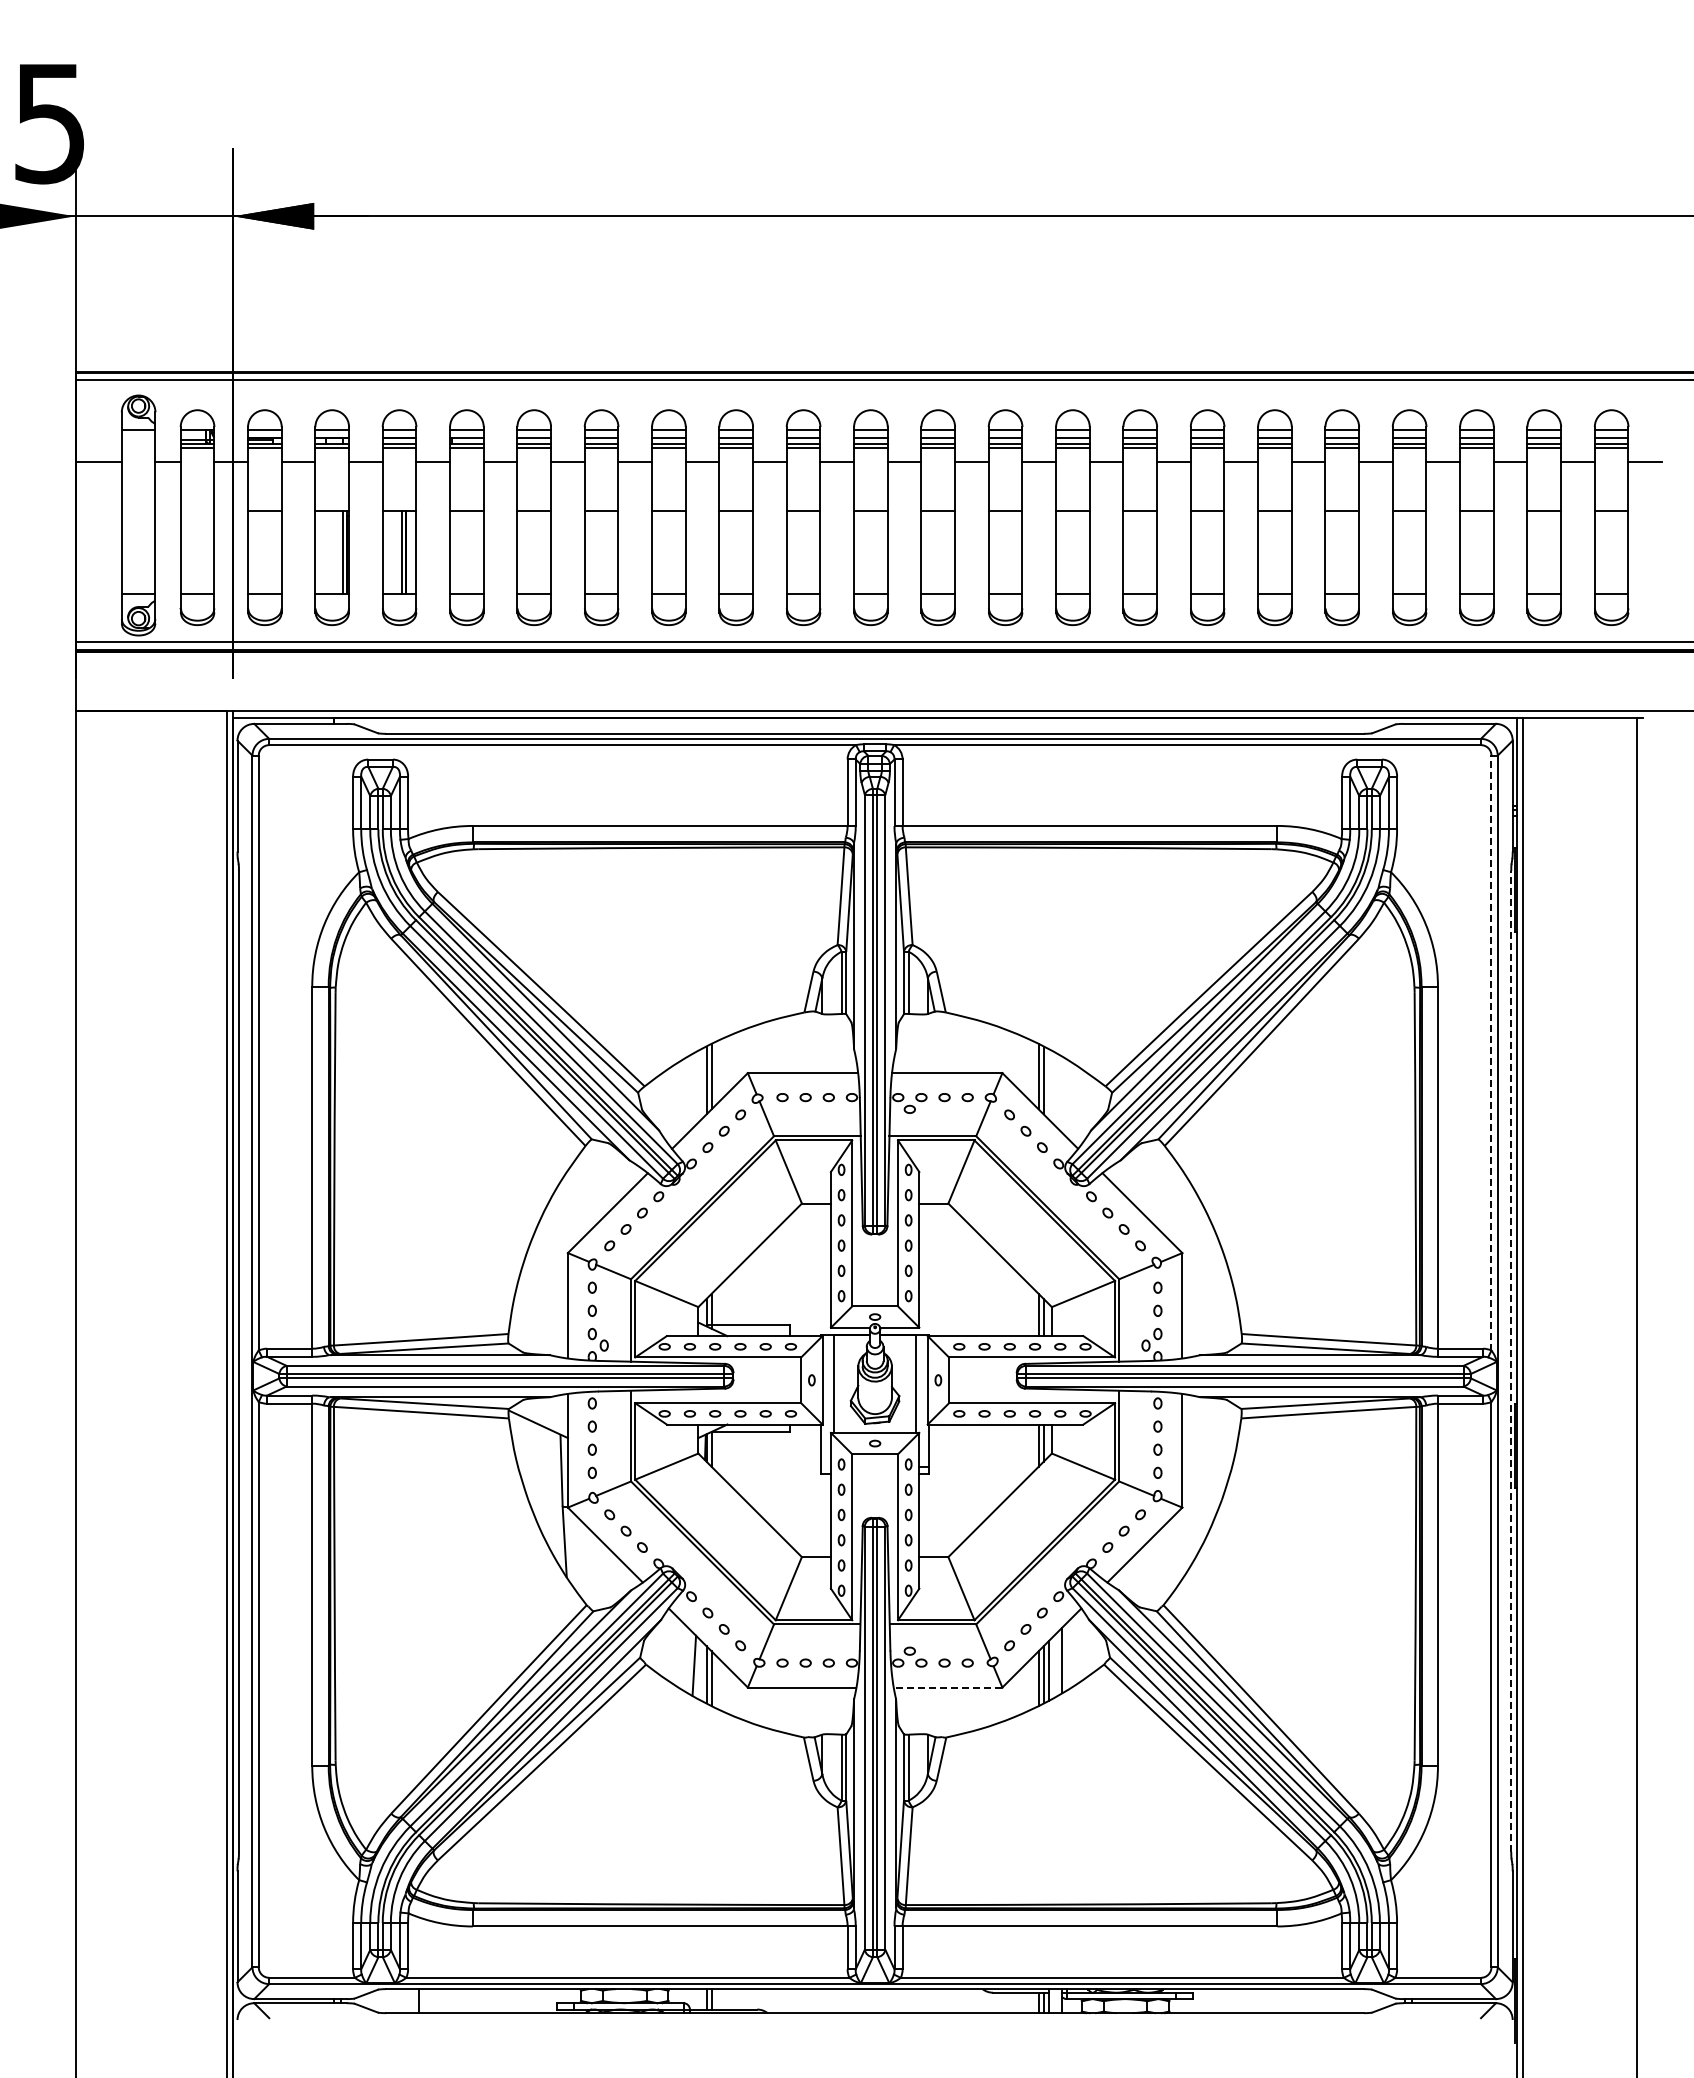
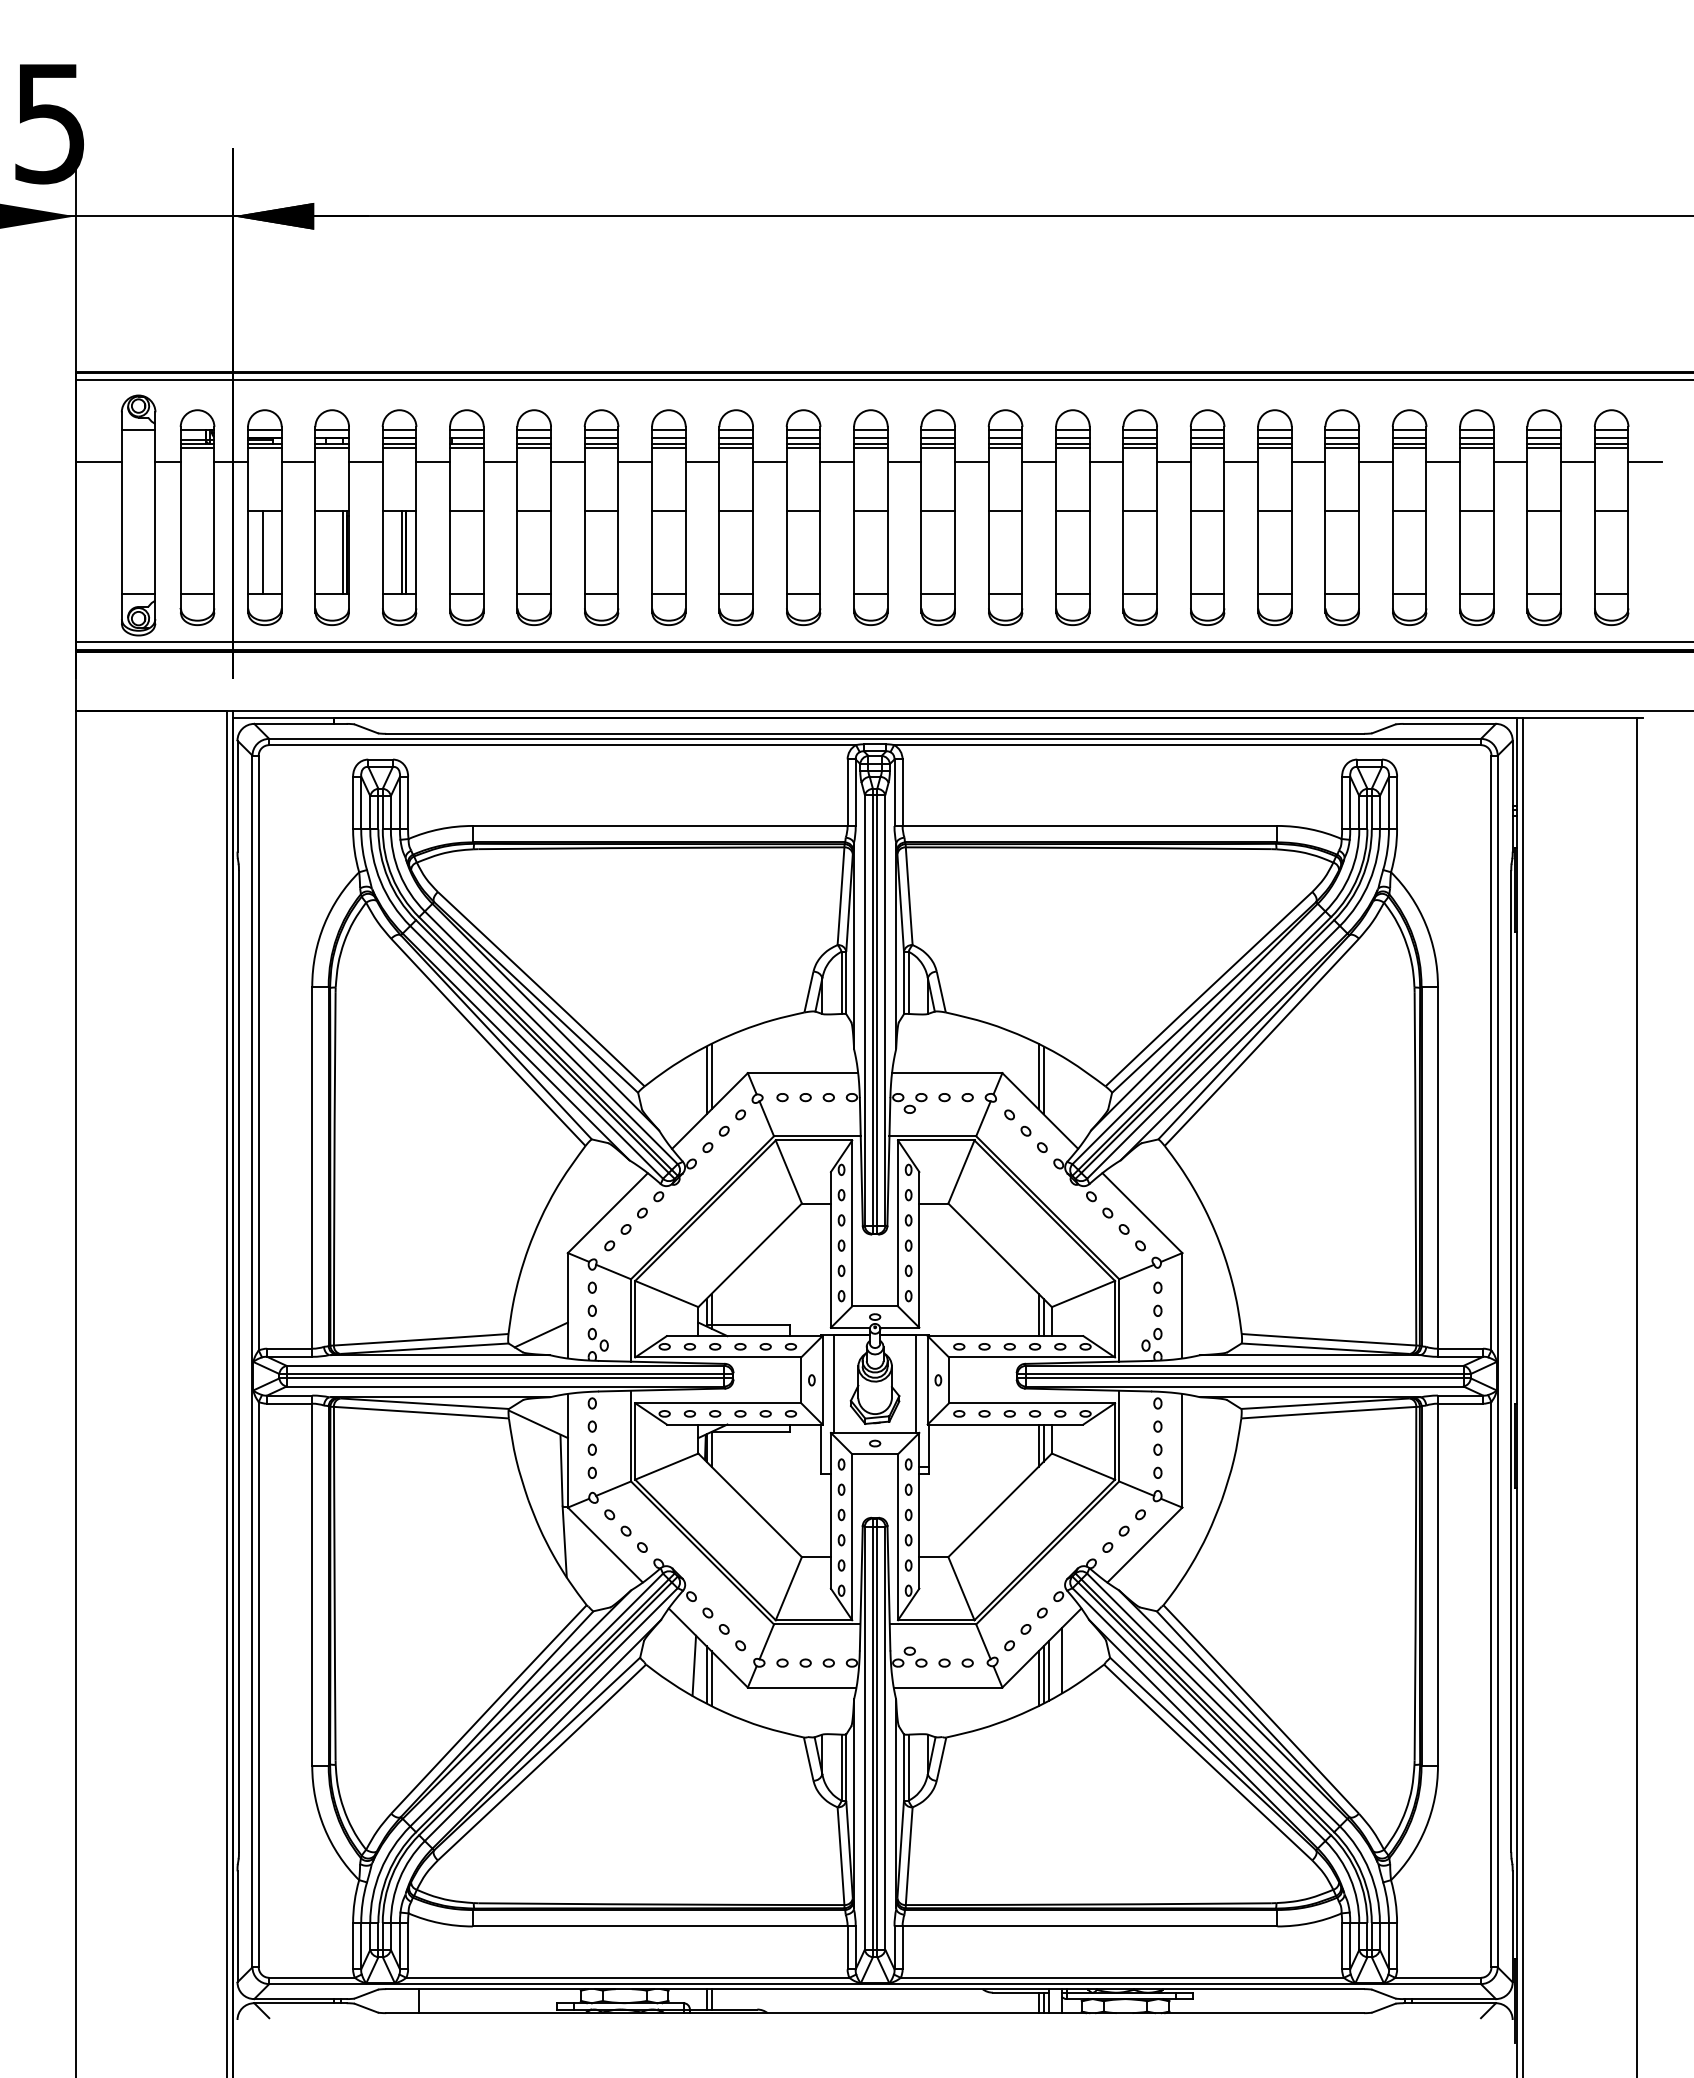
line at (262, 552): none -> present
line at (1491, 1052): dashed -> solid
line at (540, 1334): none -> present
line at (1511, 1361): dashed -> solid
line at (947, 1687): dashed -> solid
